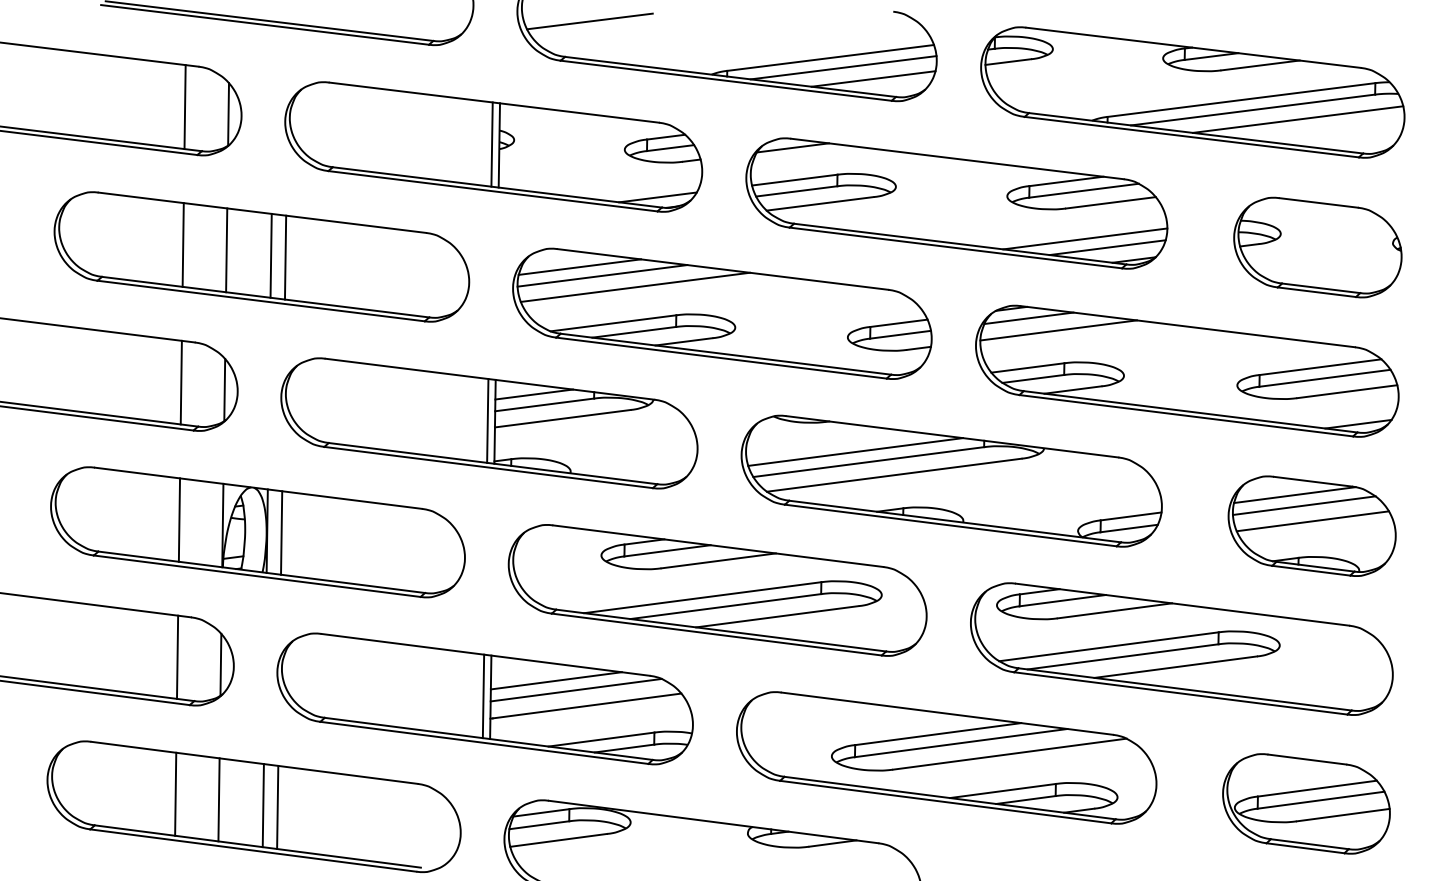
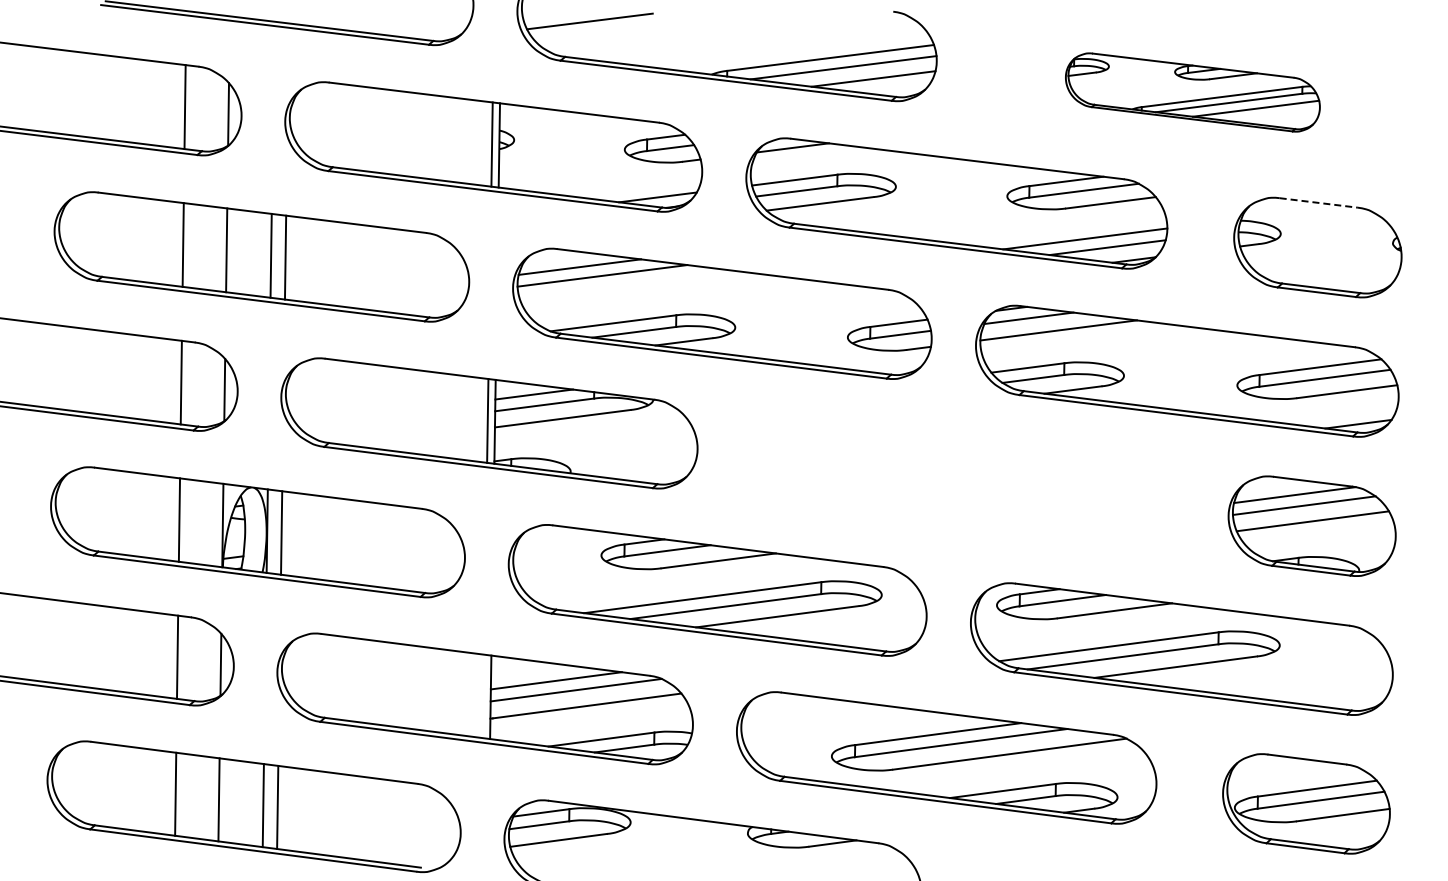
part at (1192, 92) size: 426x133 px -> 256x81 px
line at (1319, 202): solid -> dashed
line at (634, 286): present -> none
part at (951, 480): present -> none
line at (483, 696): present -> none
